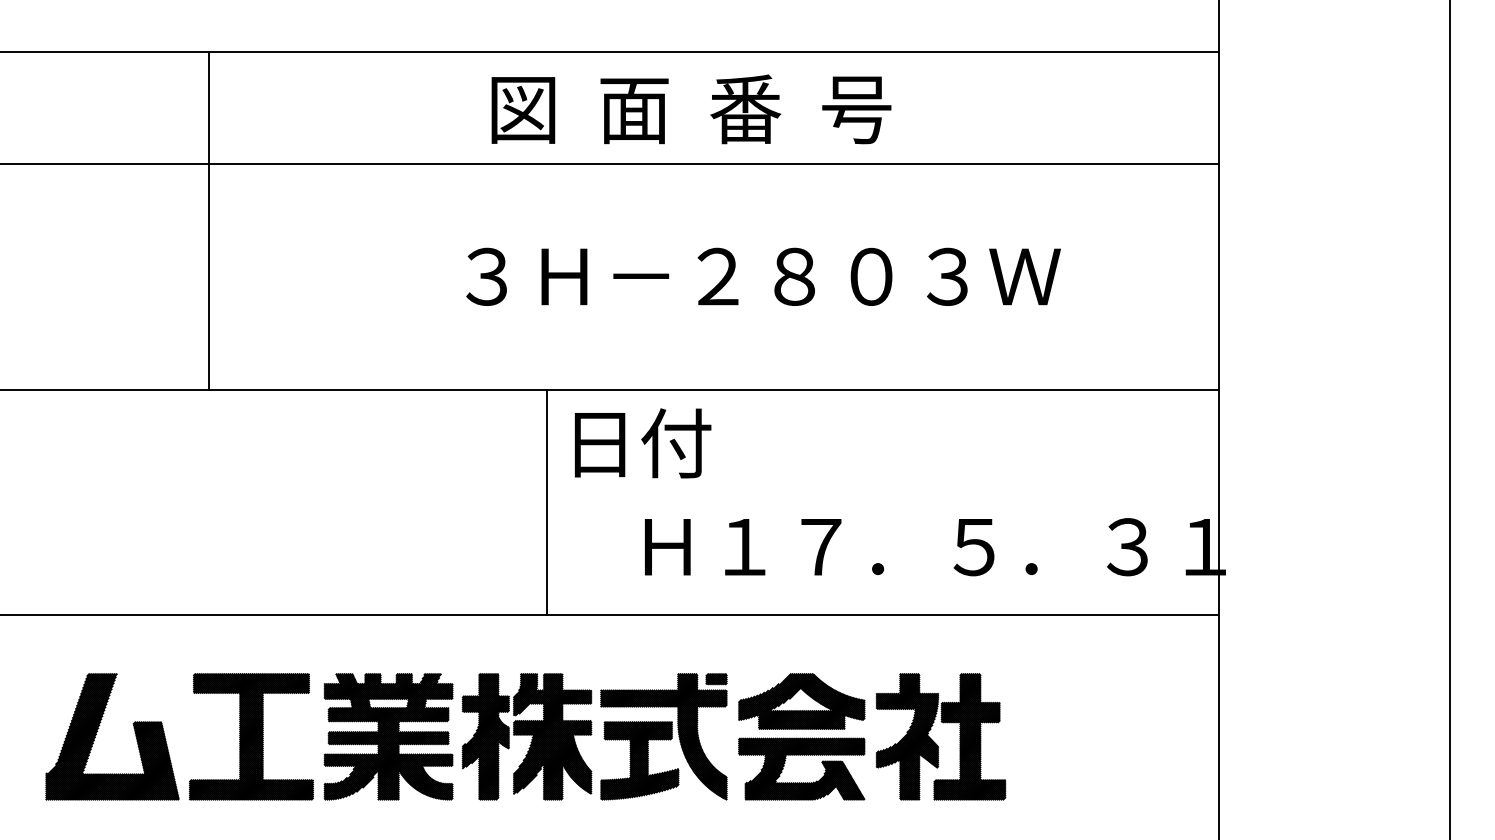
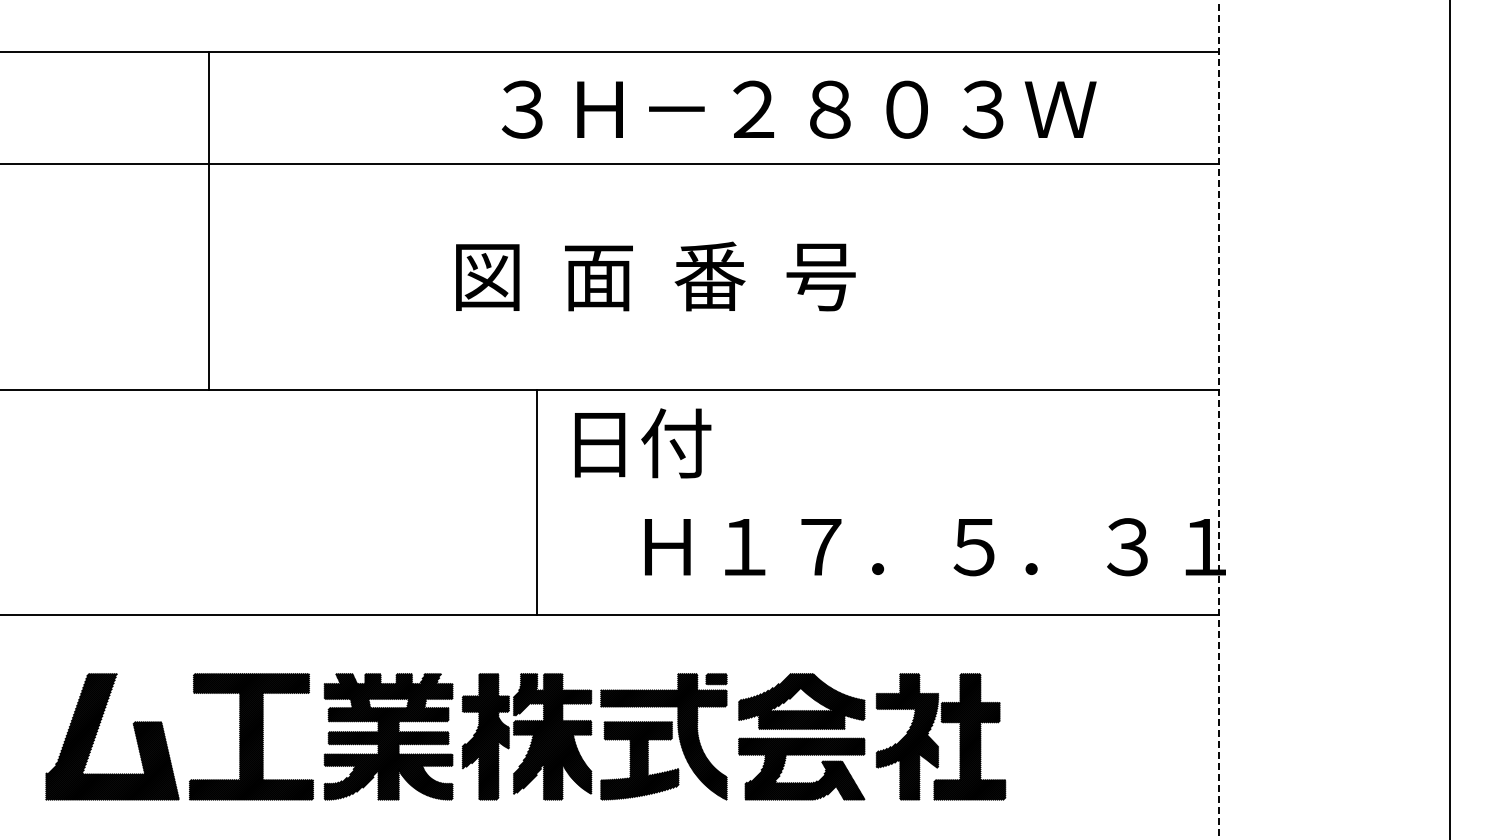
text at (793, 109): 図  面  番  号 -> ３Ｈ－２８０３Ｗ
text at (758, 276): ３Ｈ－２８０３Ｗ -> 図  面  番  号
line at (1219, 419): solid -> dashed
line at (546, 501) position: (546, 501) -> (536, 501)
